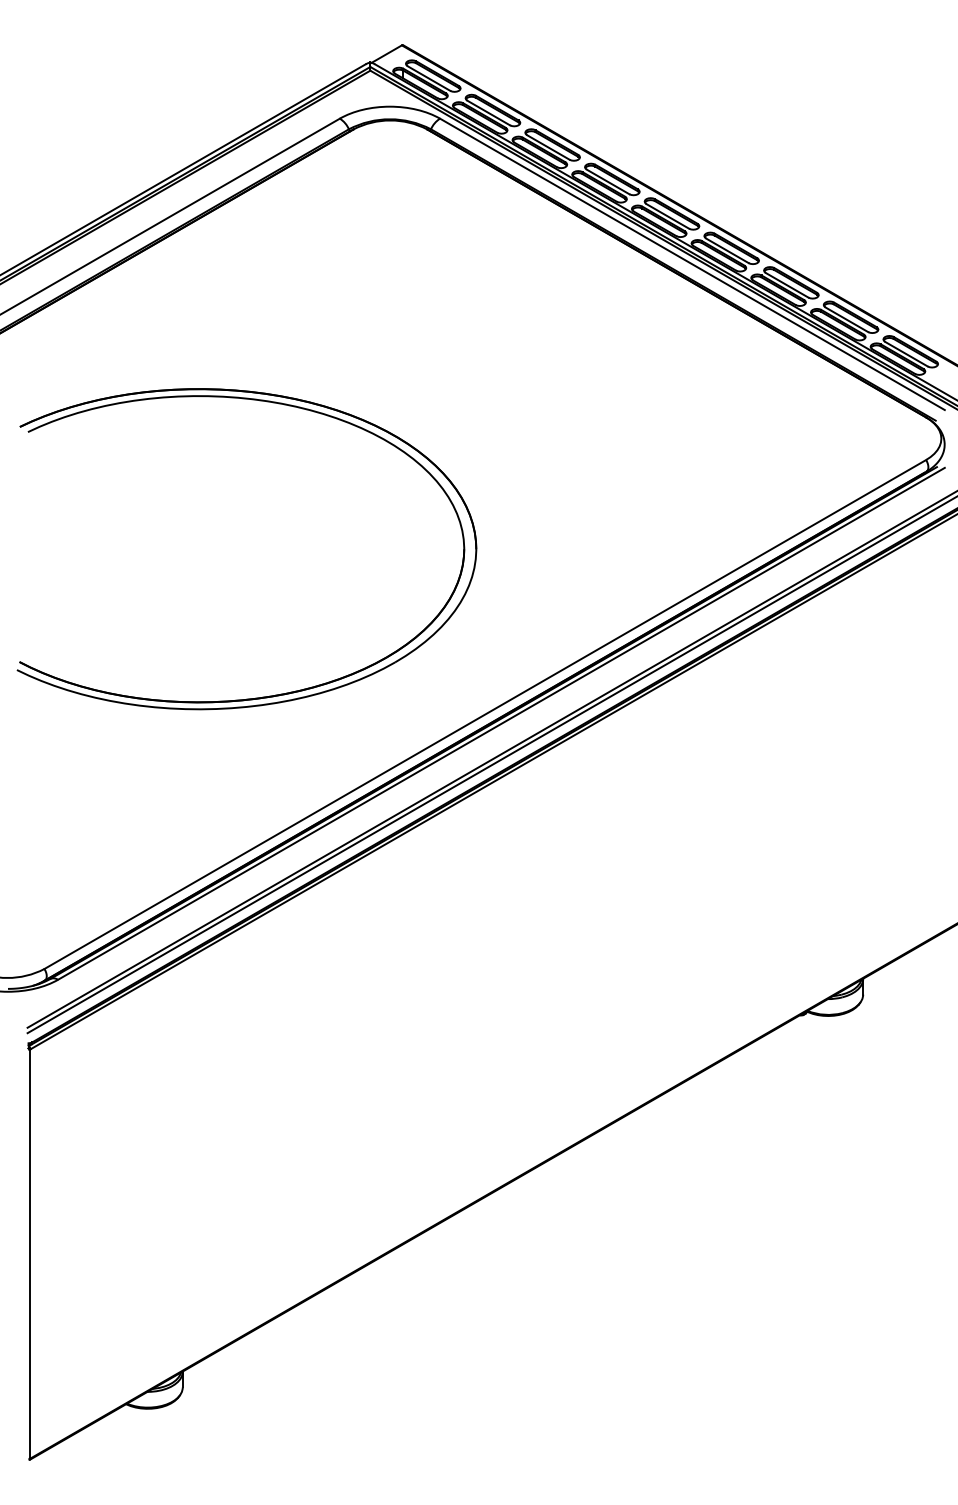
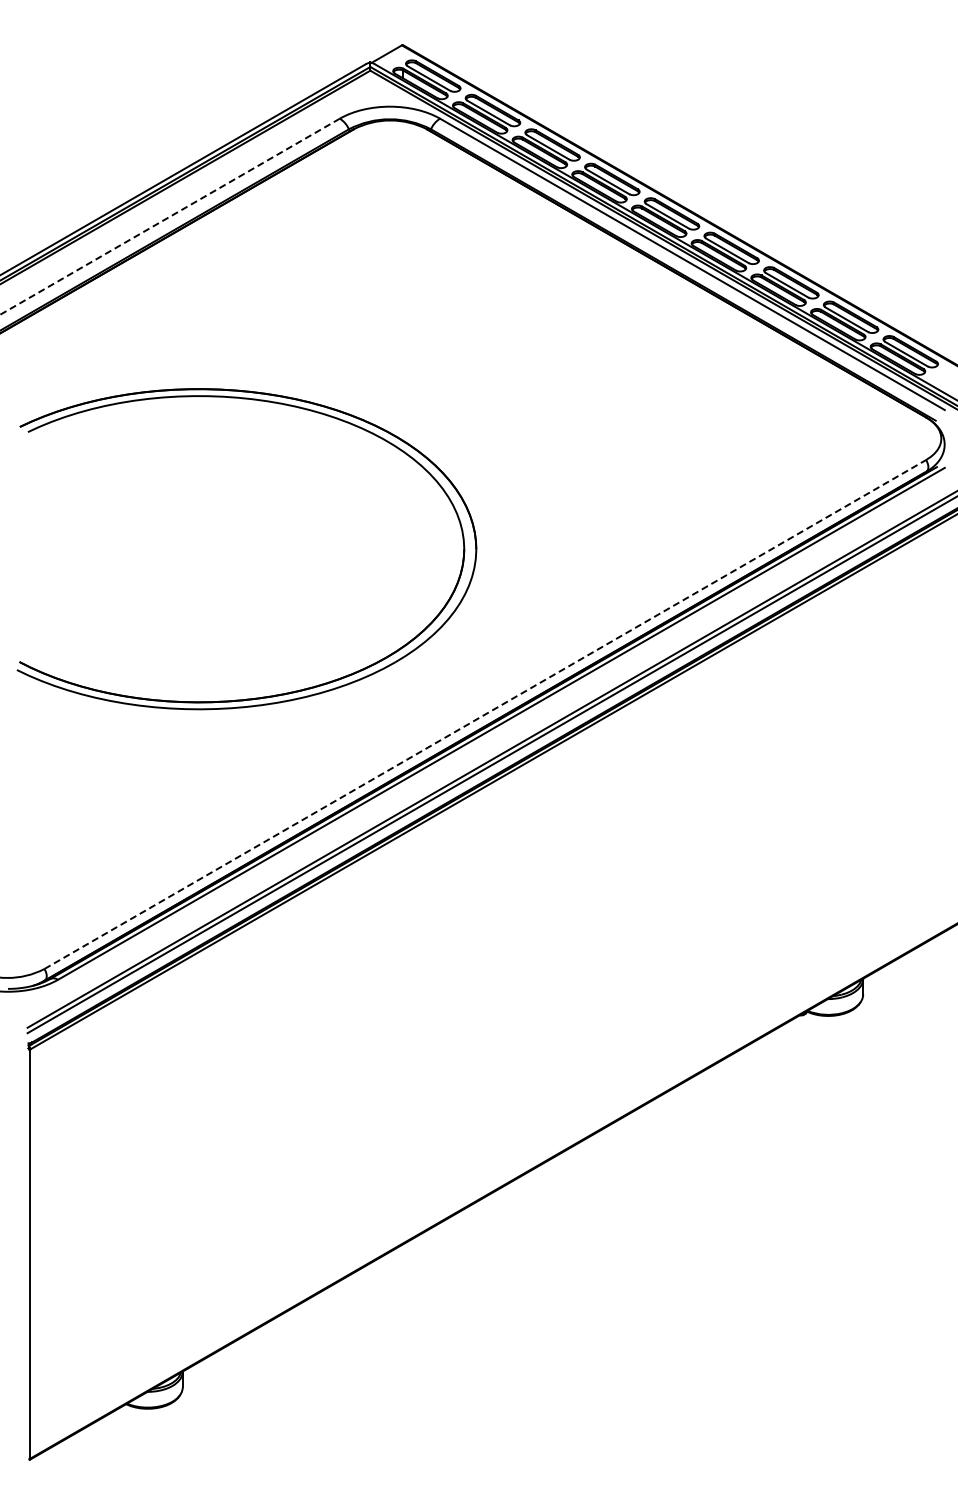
line at (170, 216): solid -> dashed
line at (485, 714): solid -> dashed
